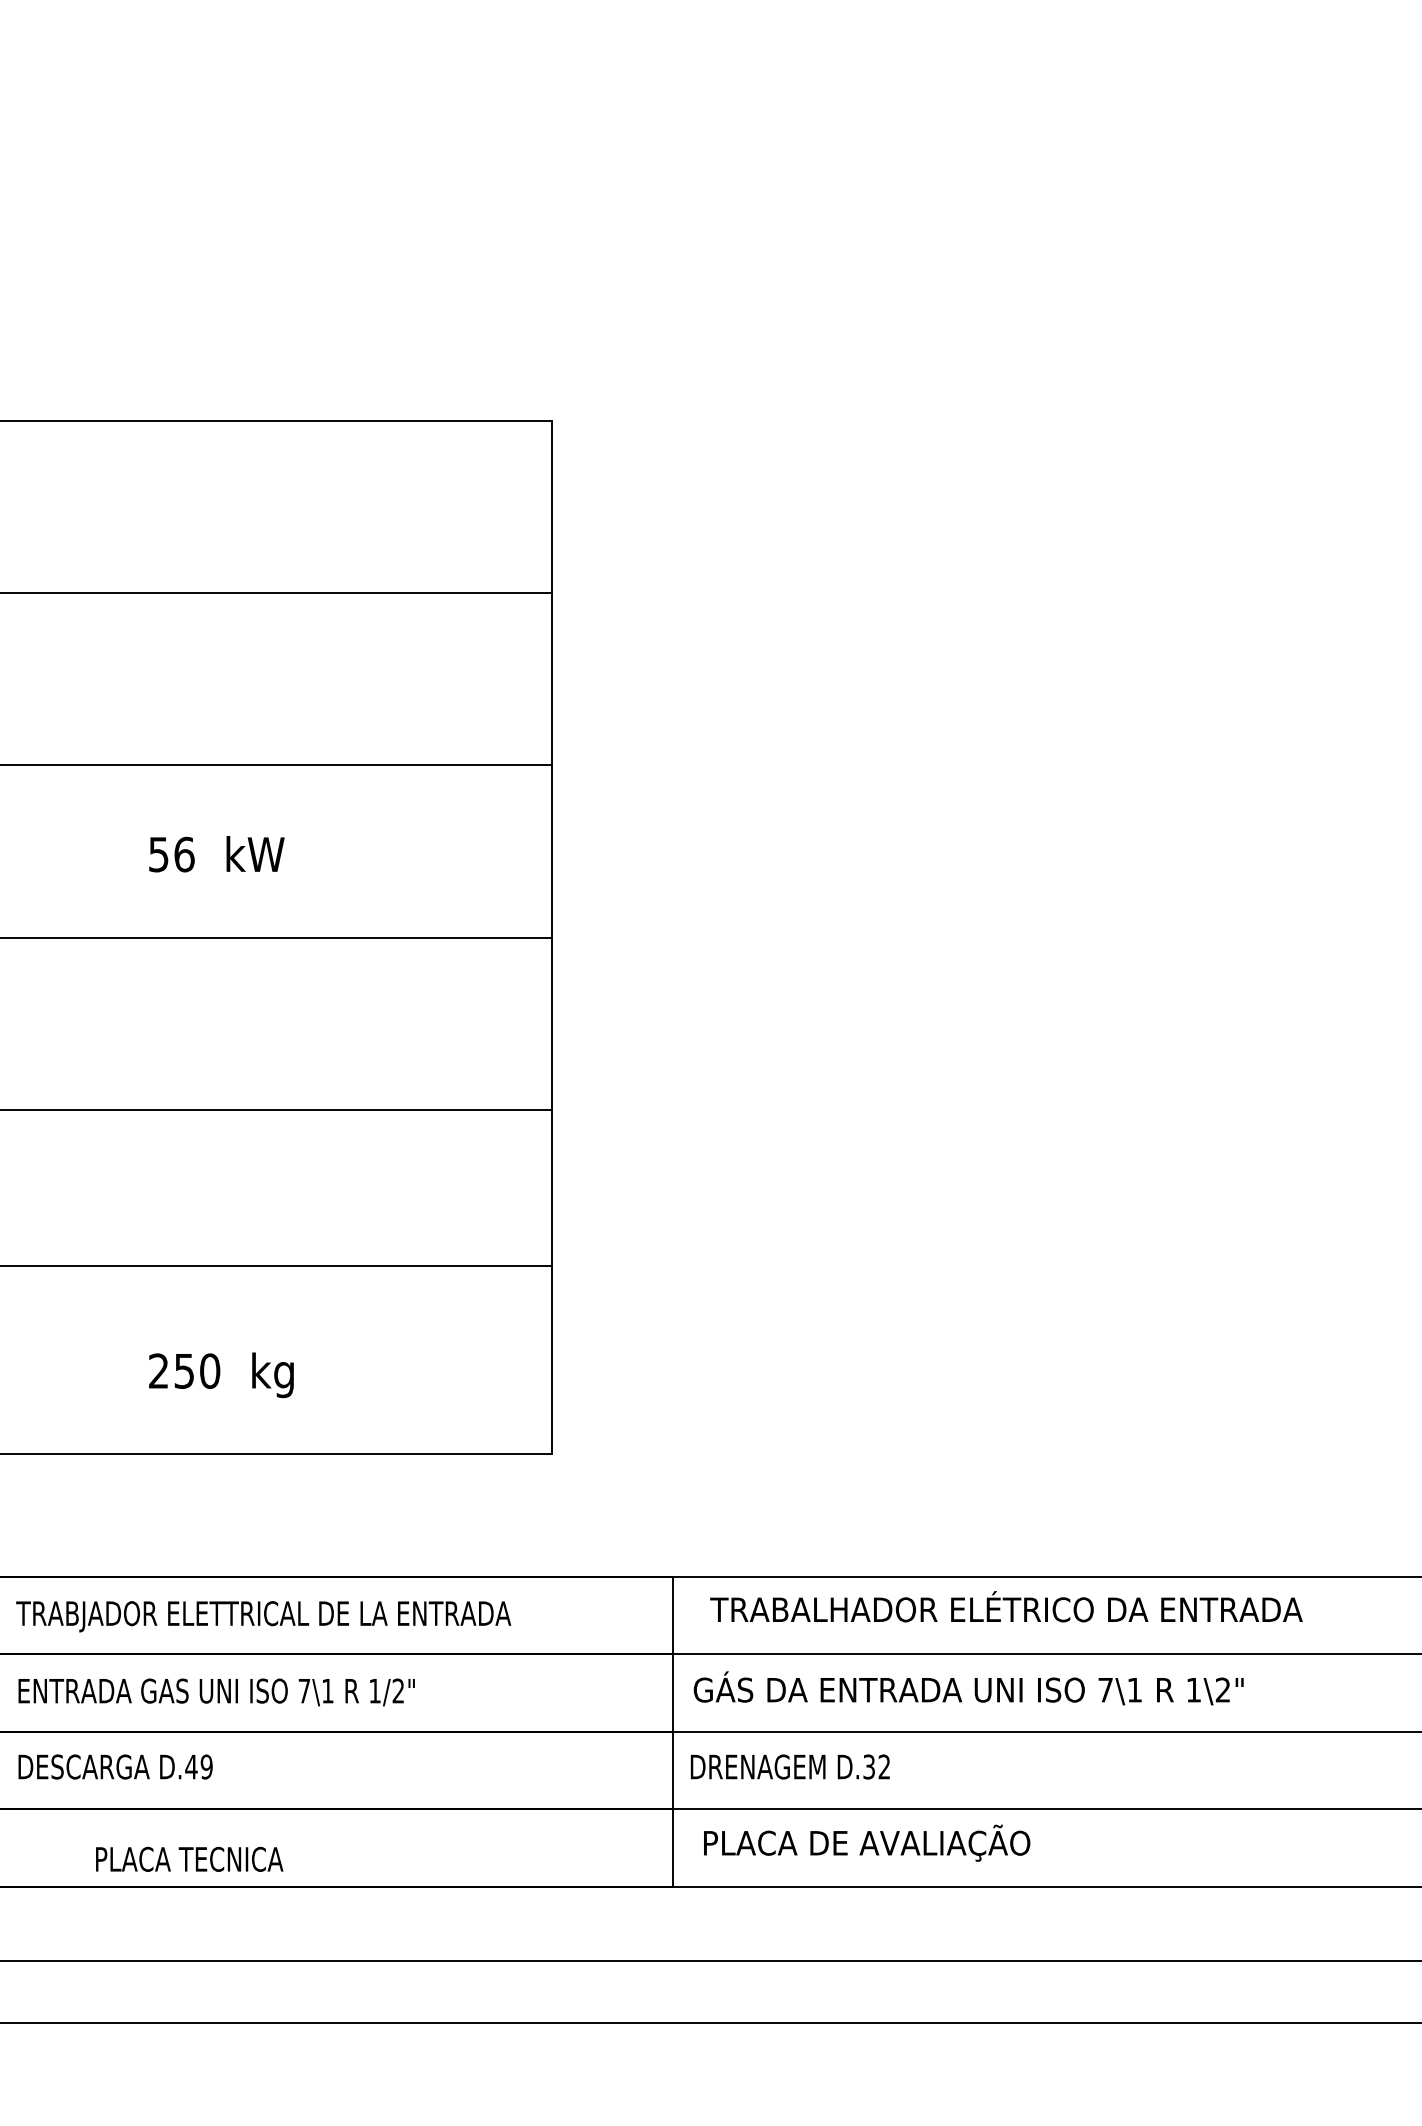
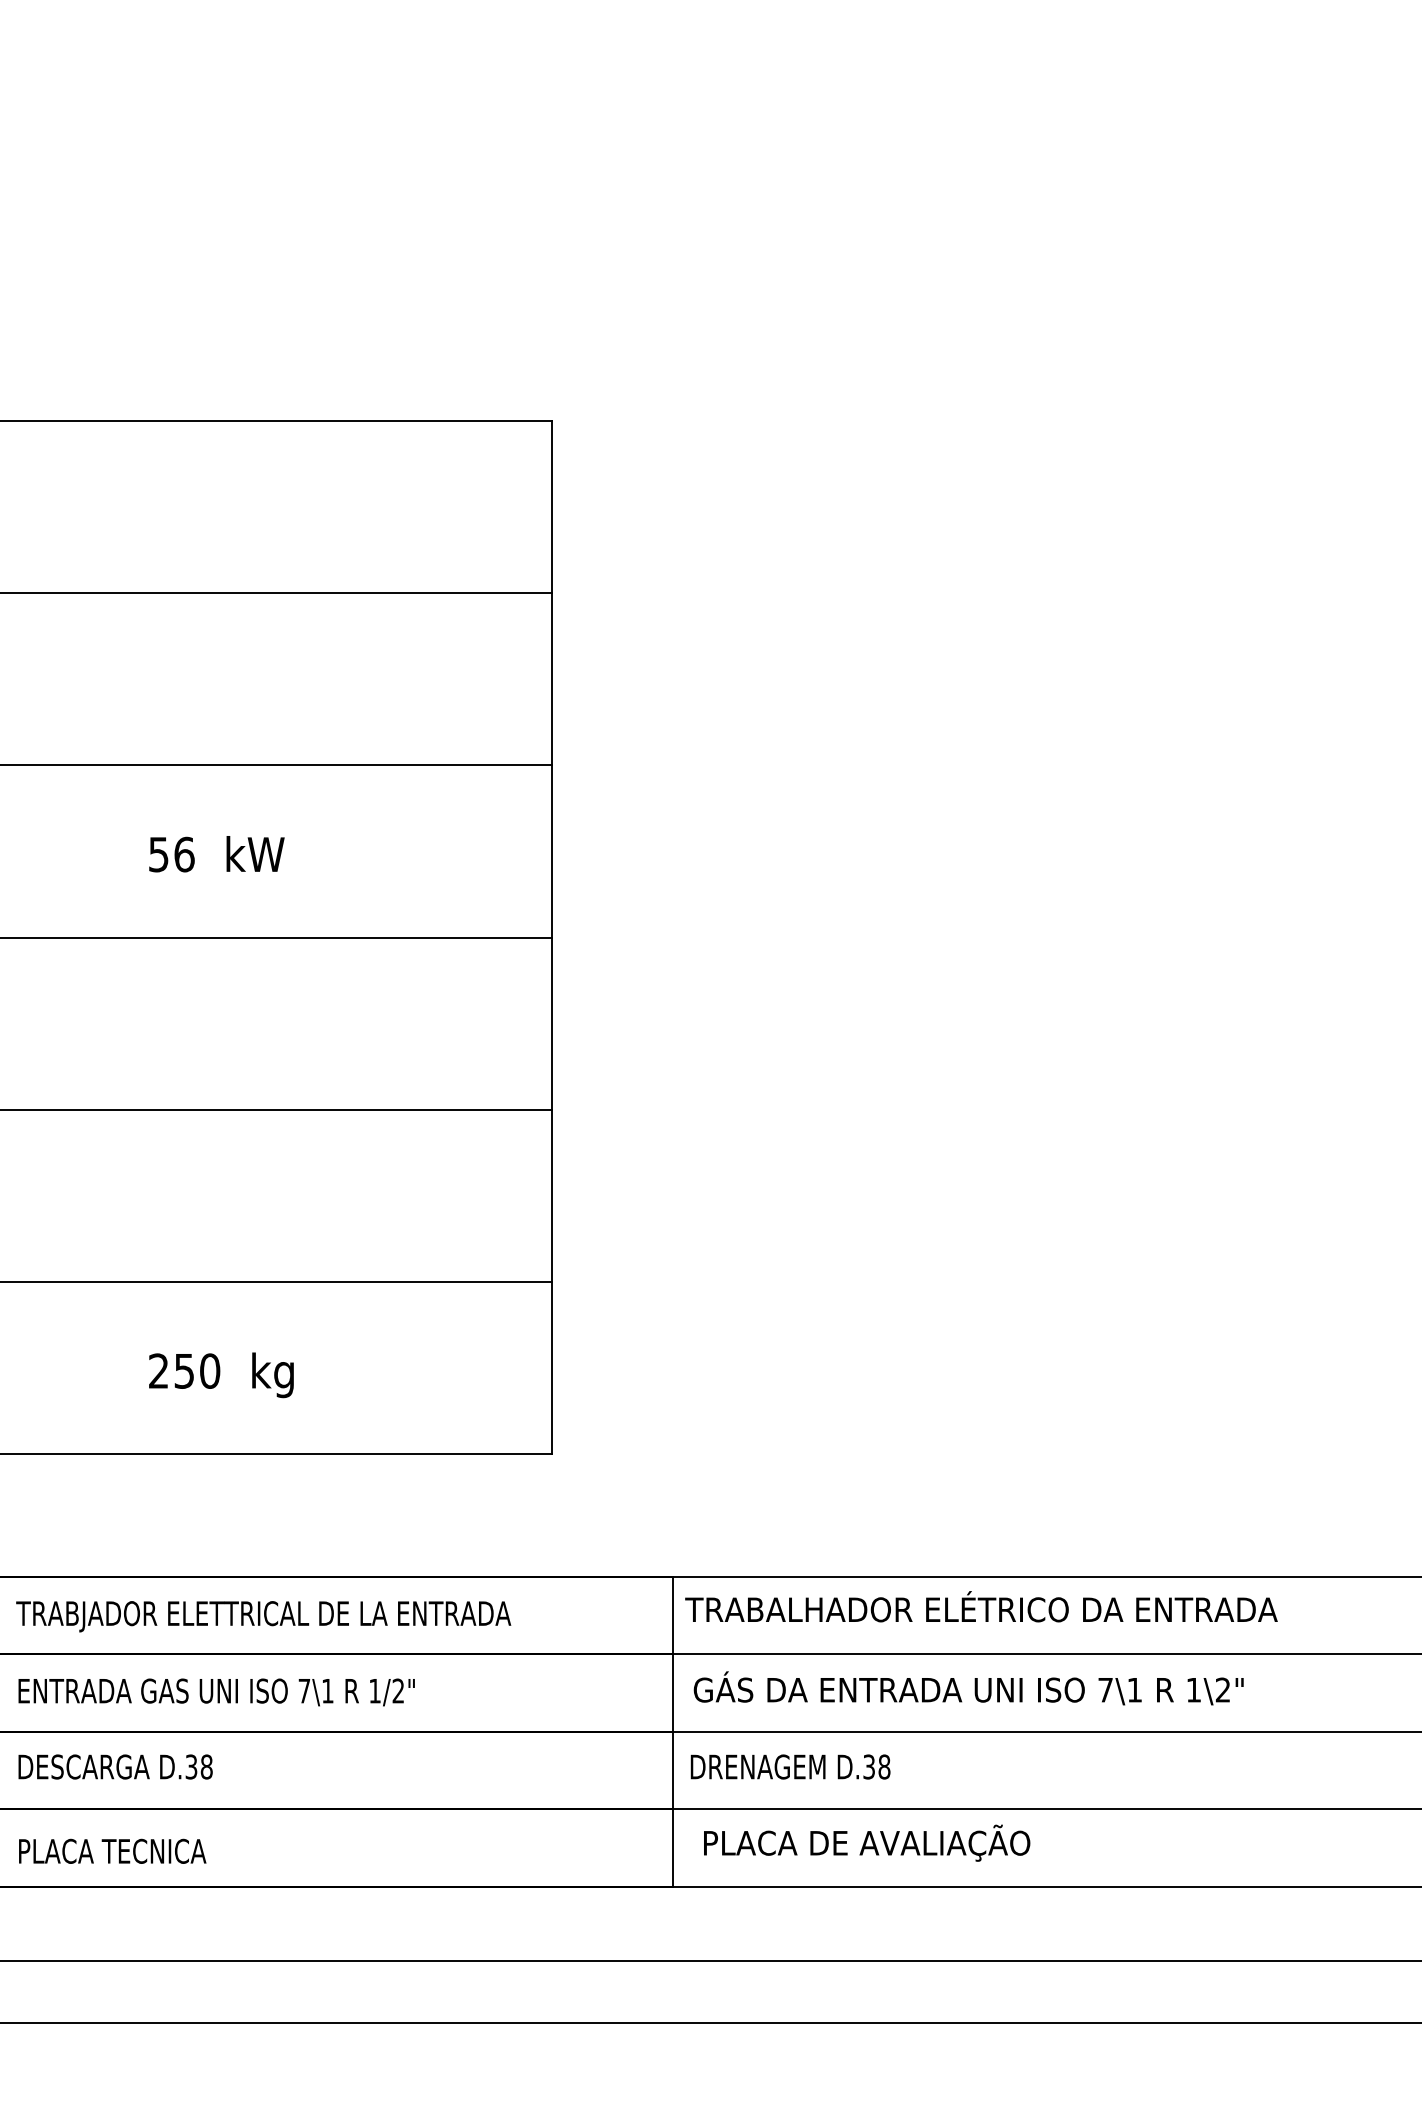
line at (277, 1265) position: (277, 1265) -> (277, 1281)
text at (1006, 1606) position: (1006, 1606) -> (981, 1606)
text at (198, 1766): D.49 -> D.38
text at (884, 1766): D.32 -> D.38
text at (189, 1858) position: (189, 1858) -> (112, 1850)
